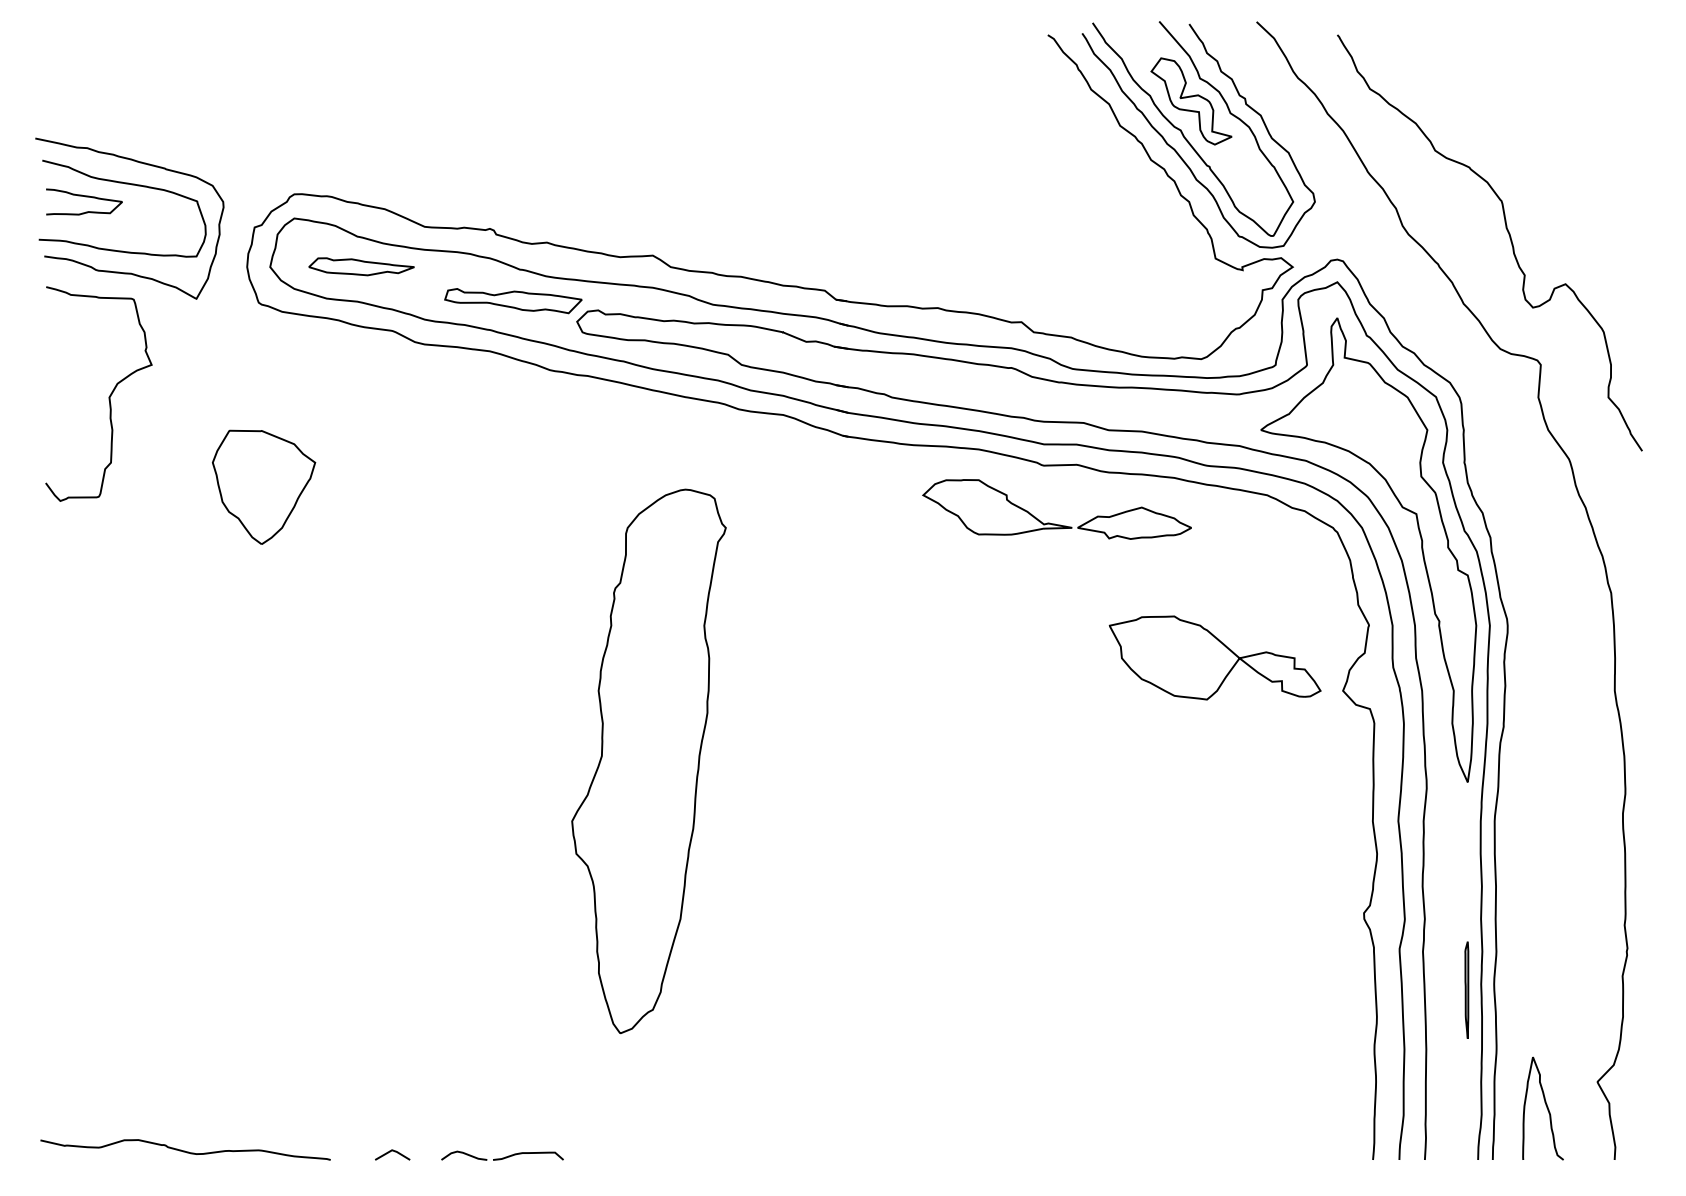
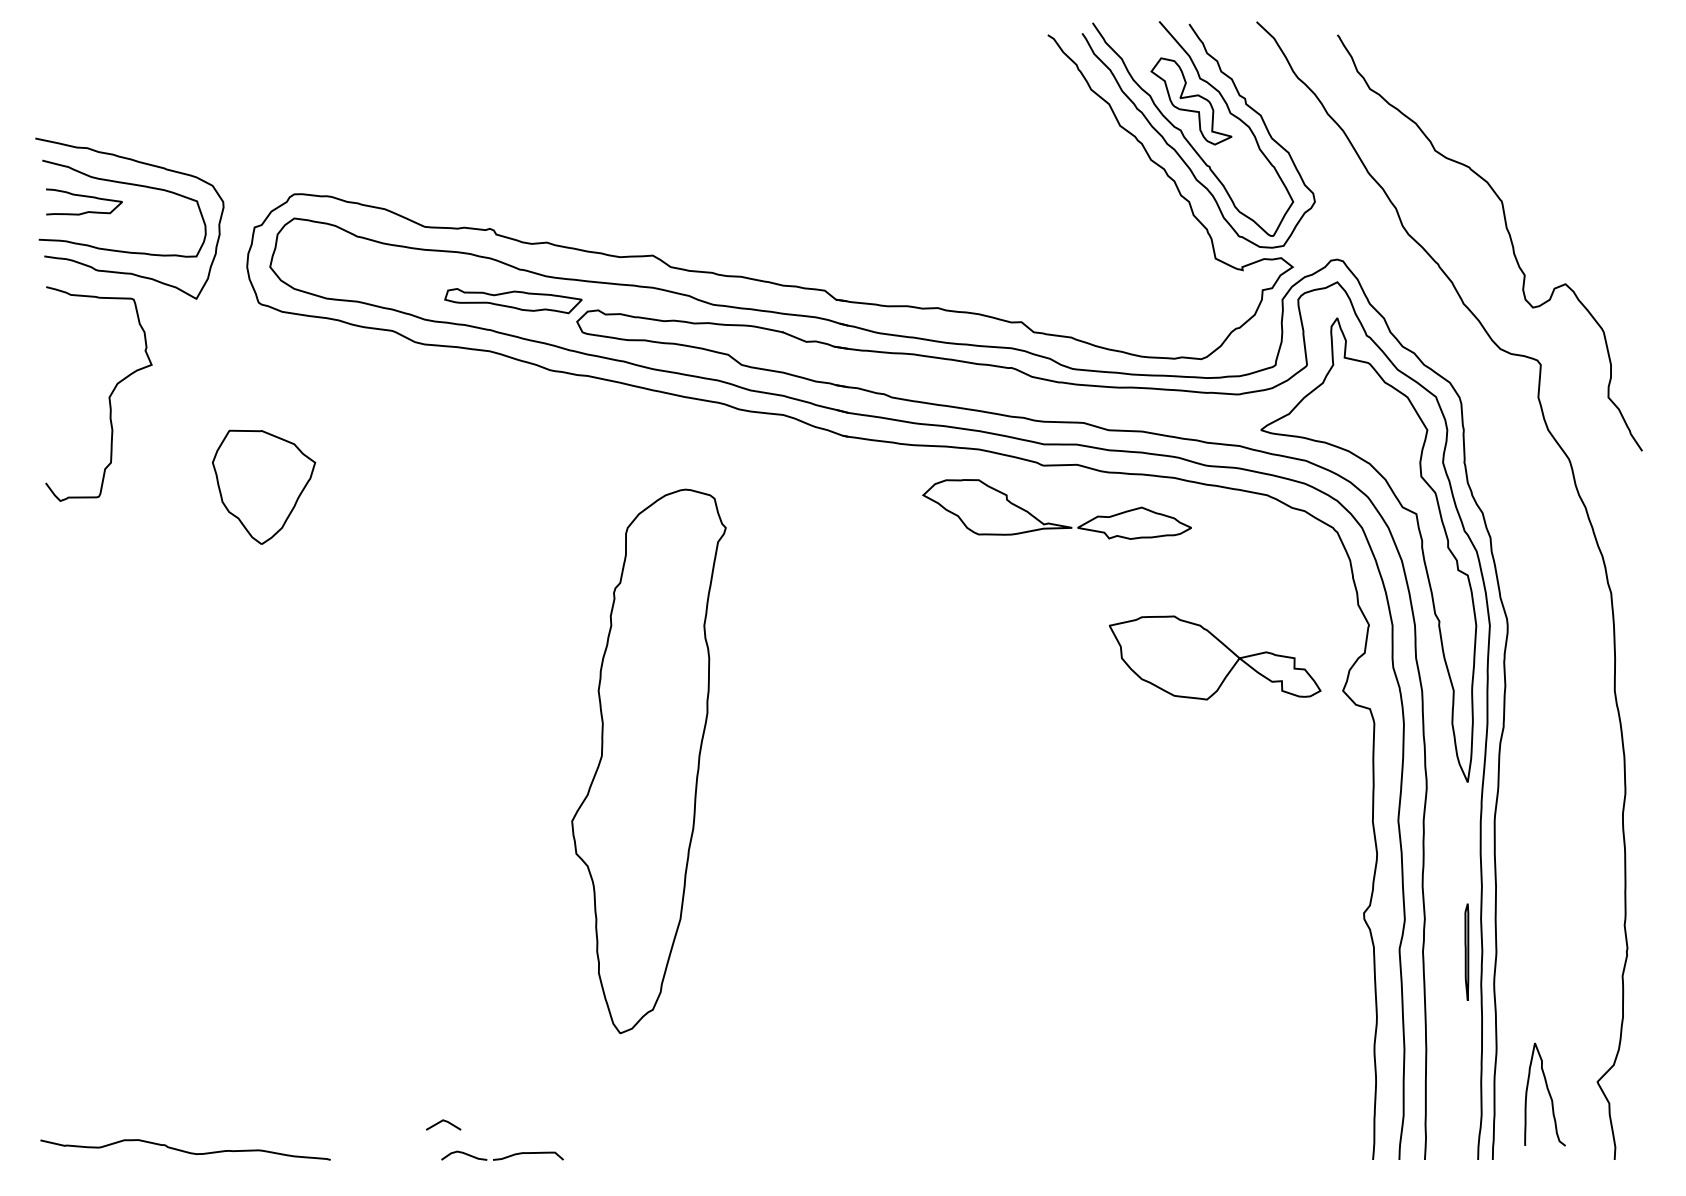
part at (361, 266): present -> none
part at (1466, 989) position: (1466, 989) -> (1466, 951)
curve at (1546, 1108) position: (1546, 1108) -> (1548, 1094)
line at (390, 1152) position: (390, 1152) -> (441, 1122)
